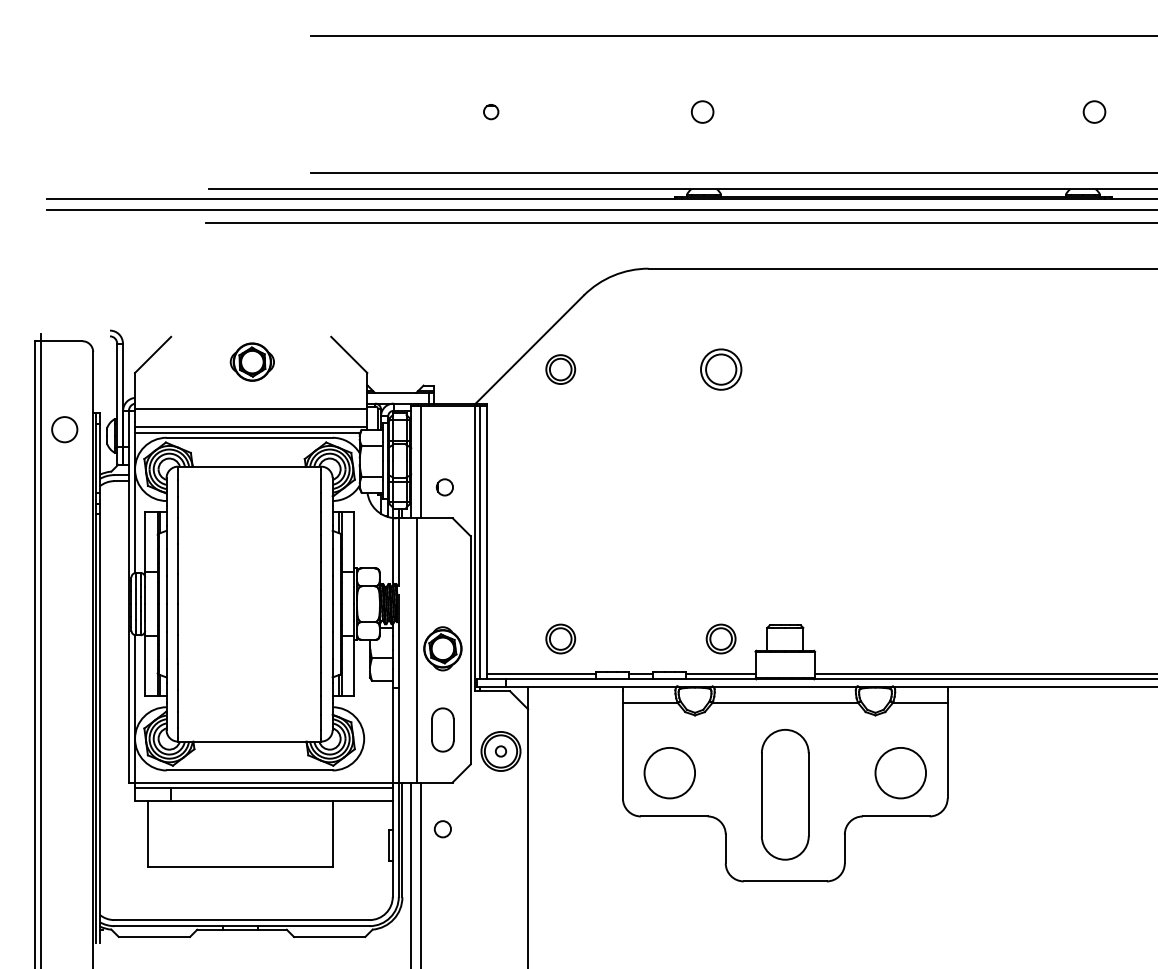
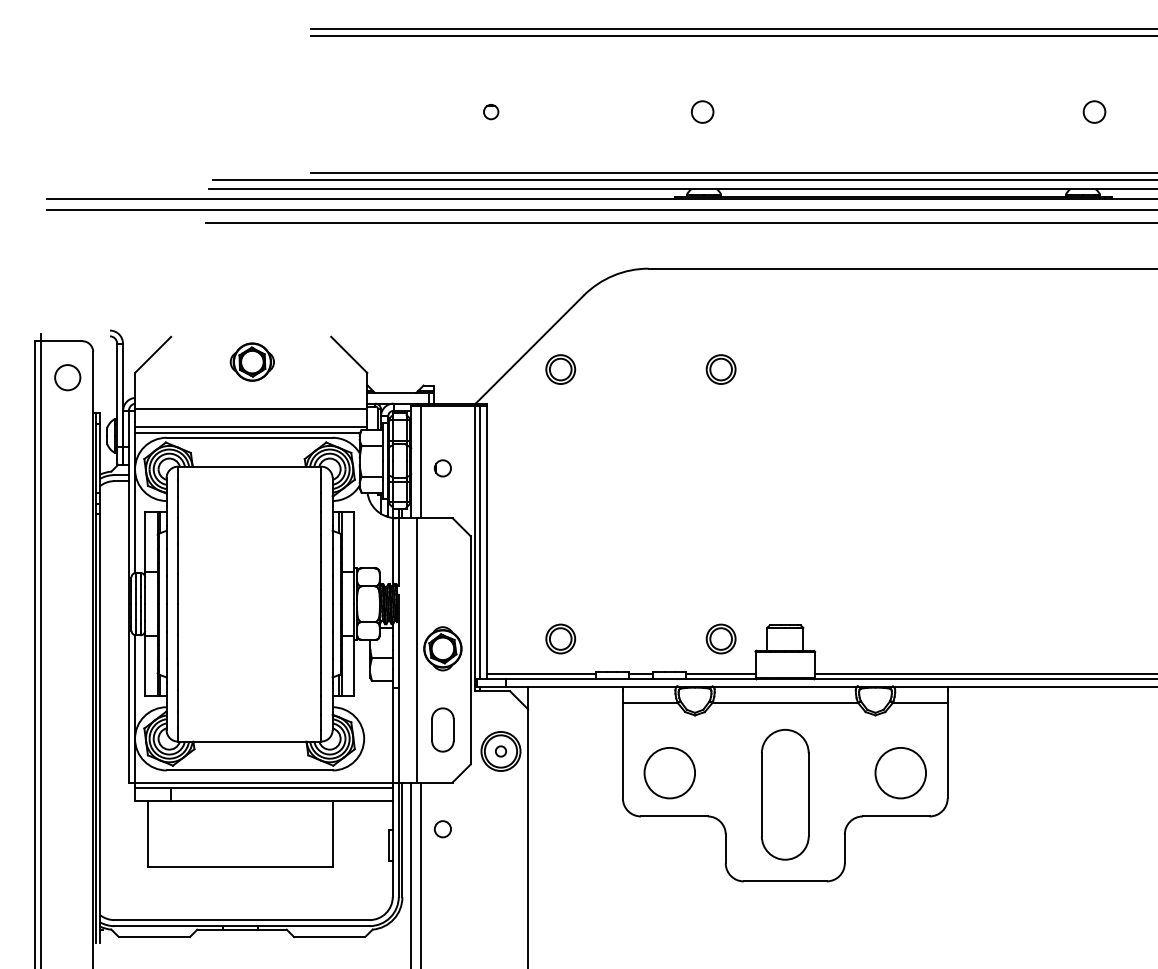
line at (732, 29): none -> present
line at (683, 180): none -> present
part at (721, 369) size: 43x43 px -> 32x31 px
circle at (64, 429) position: (64, 429) -> (67, 377)
circle at (444, 487) position: (444, 487) -> (442, 468)
